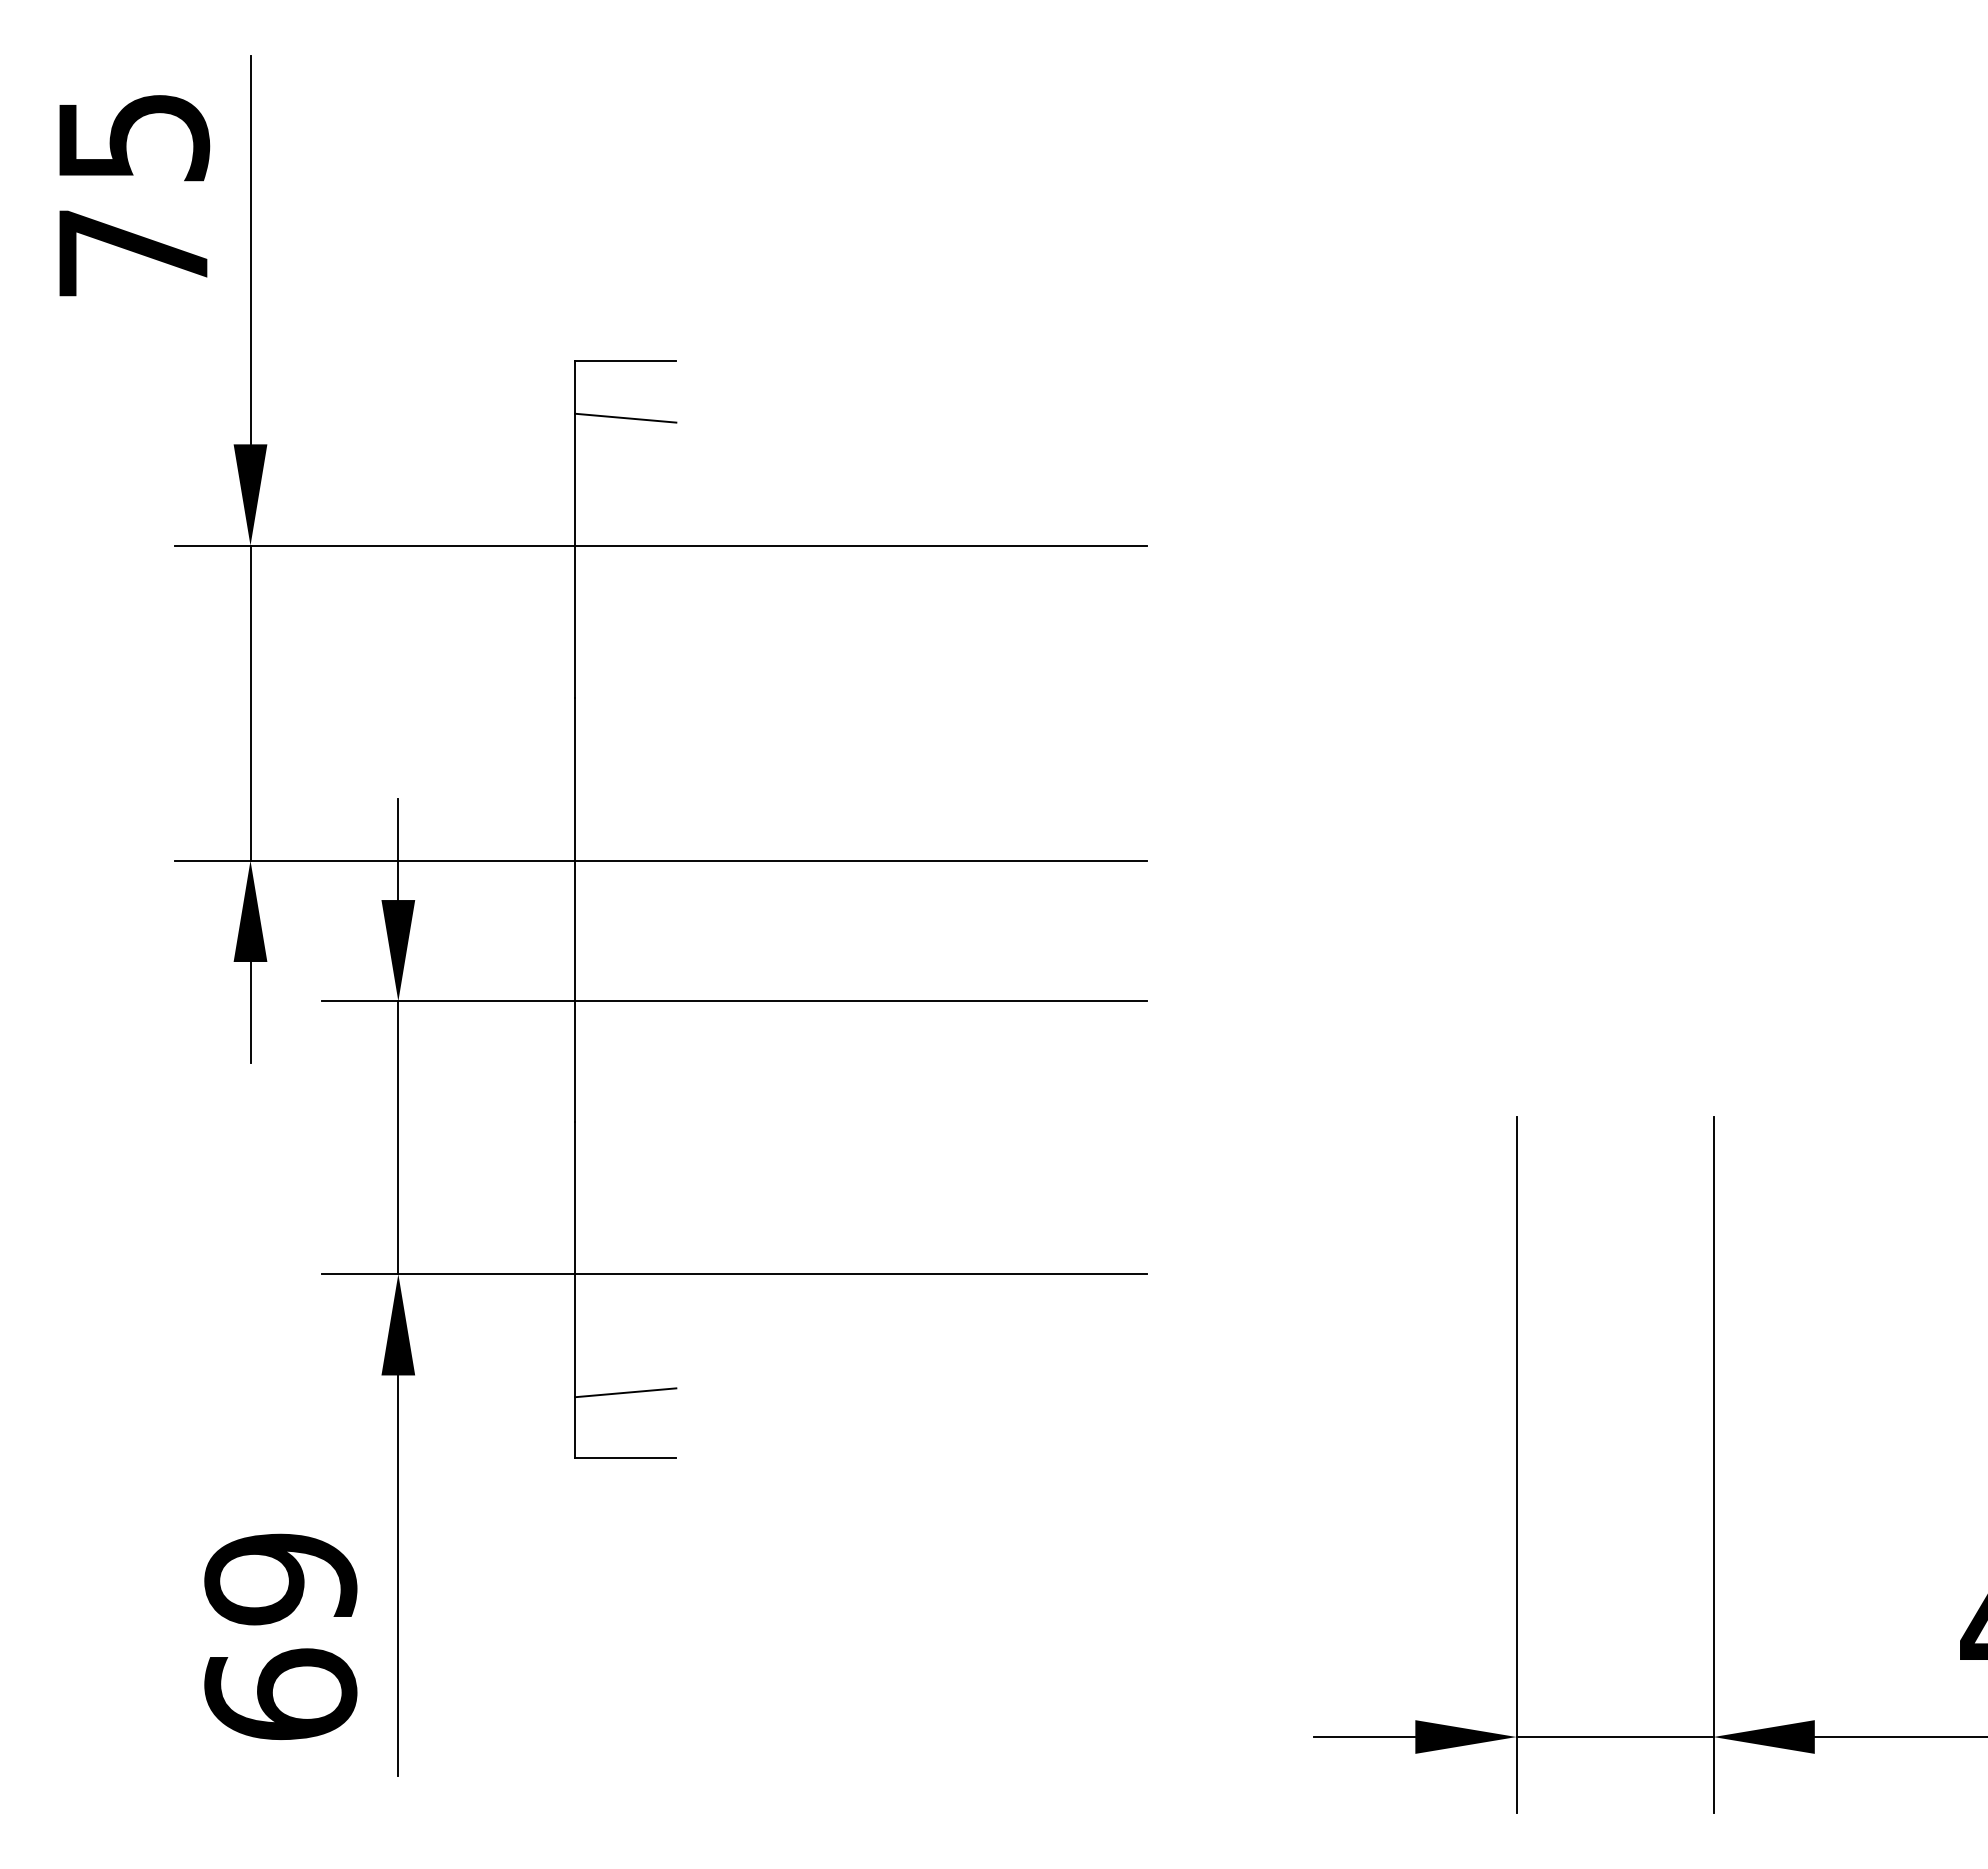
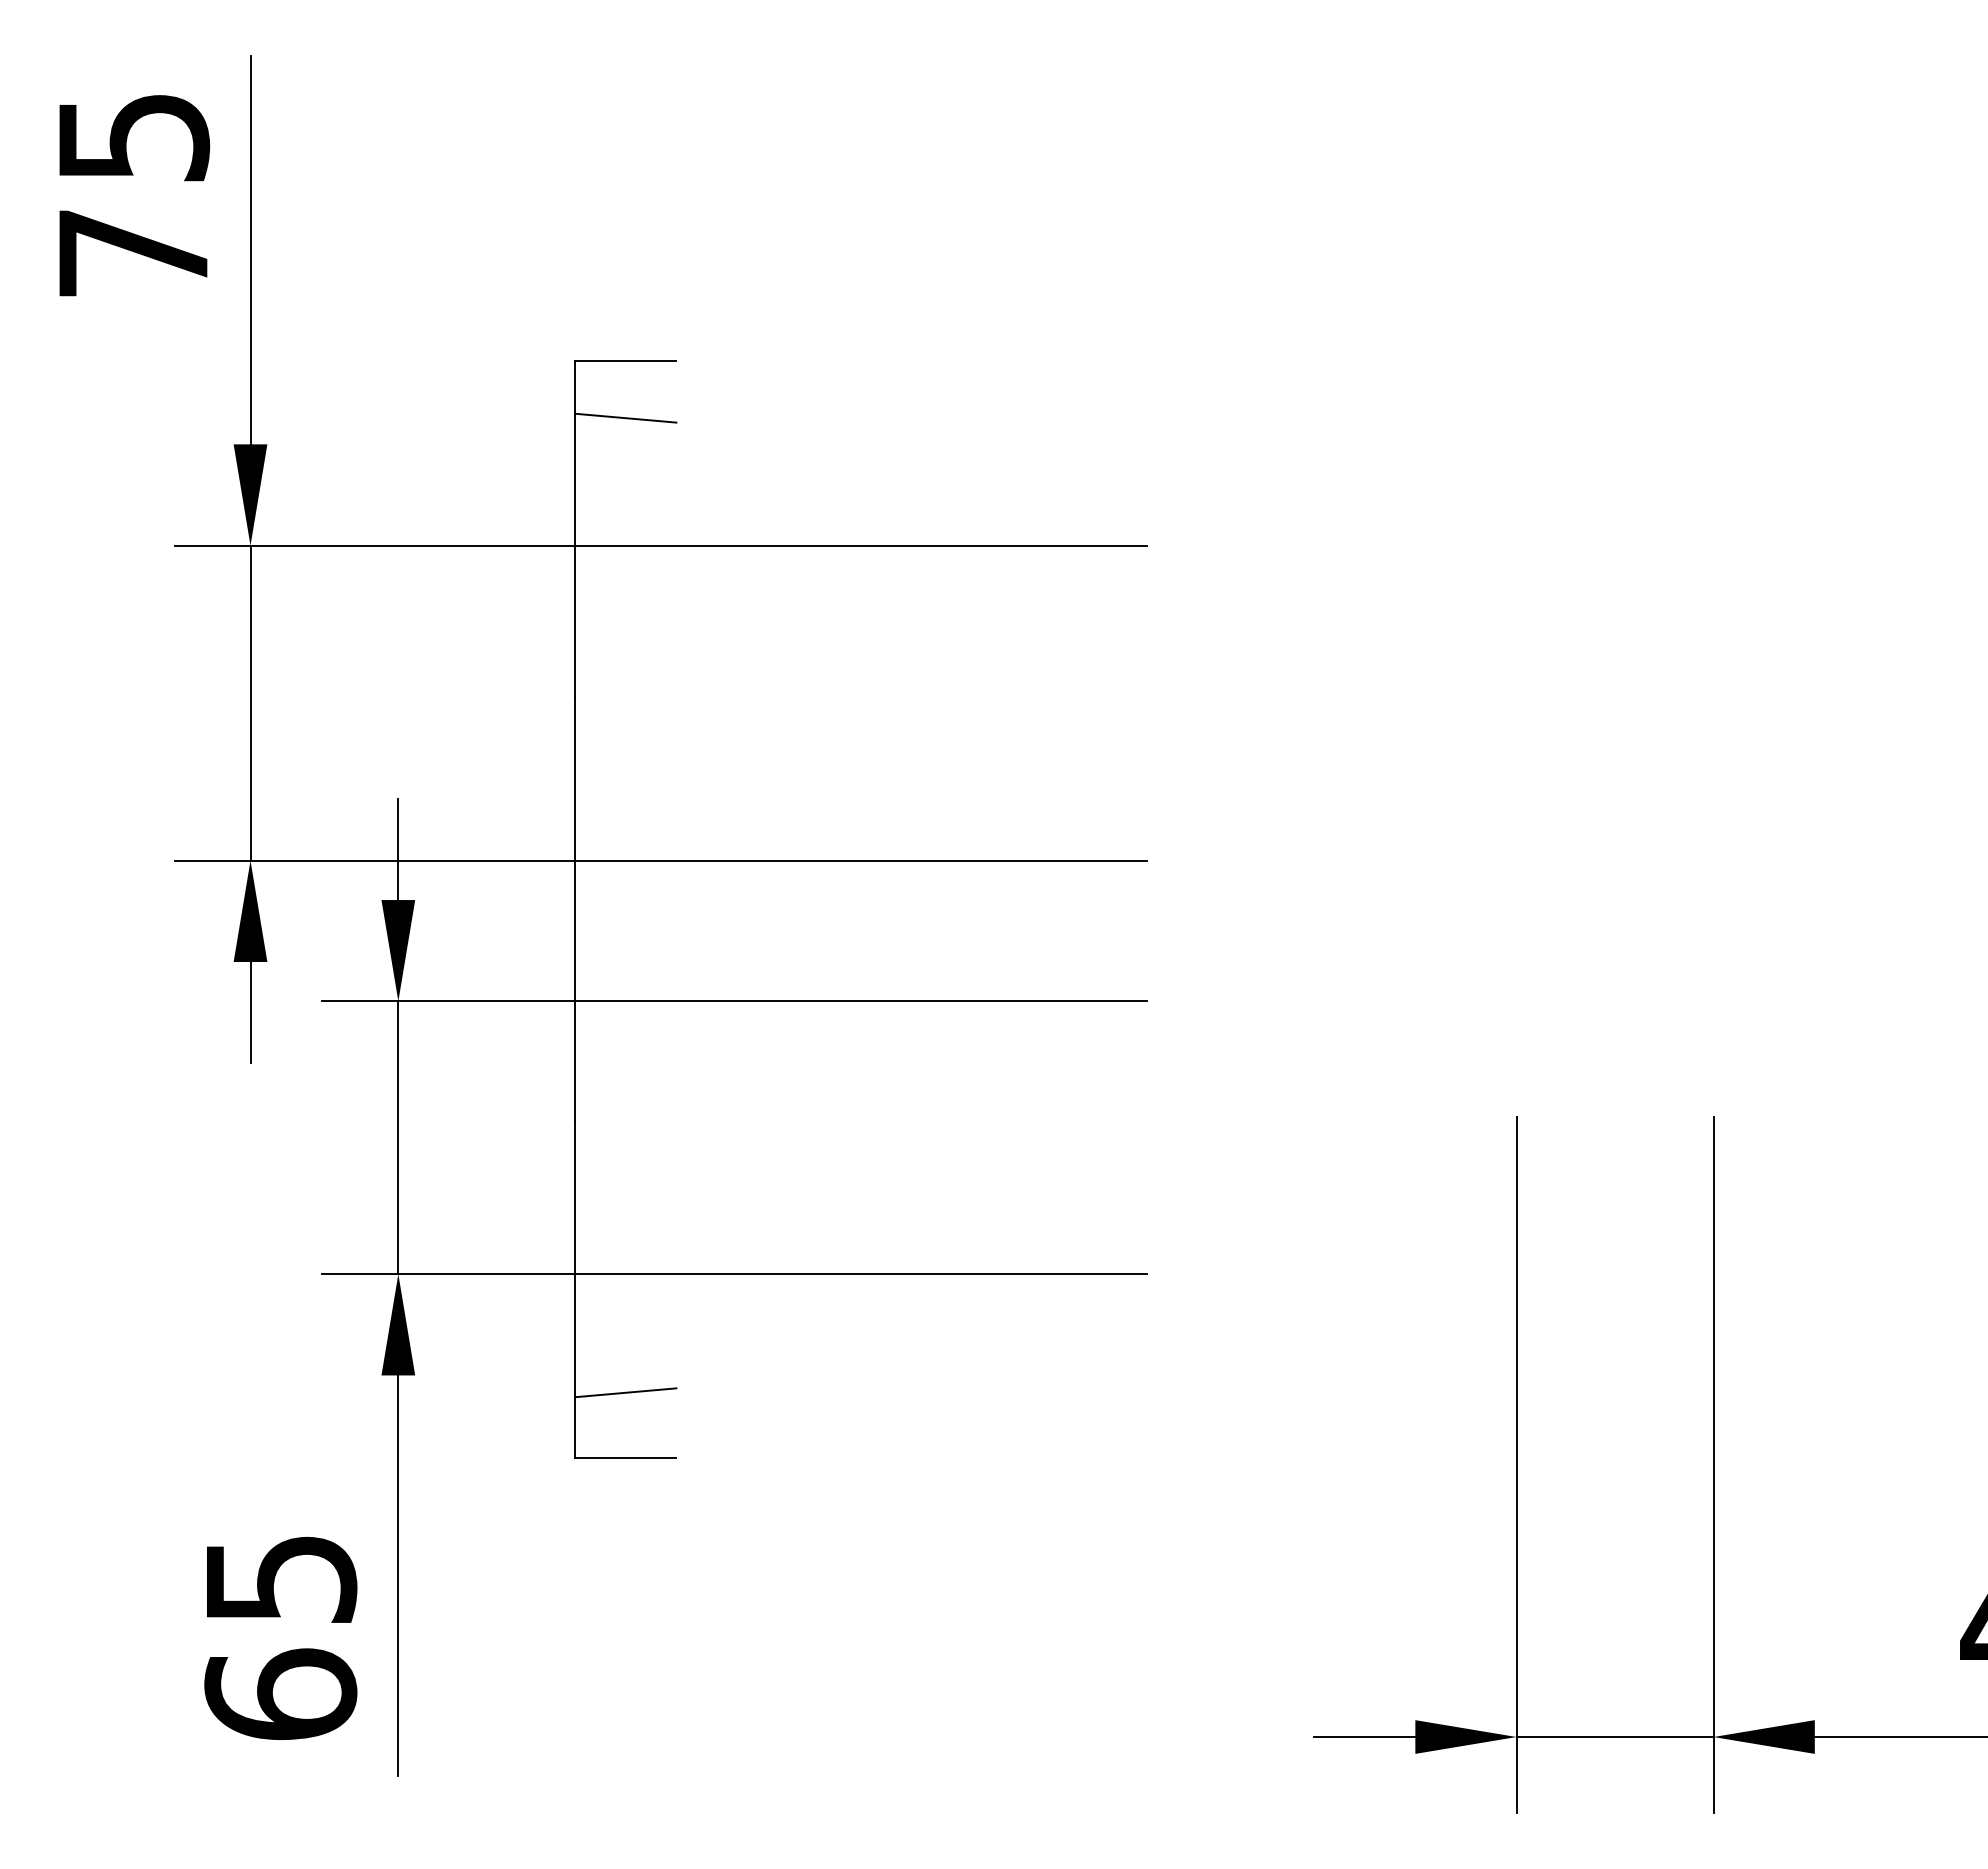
text at (280, 1579): 69 -> 65
